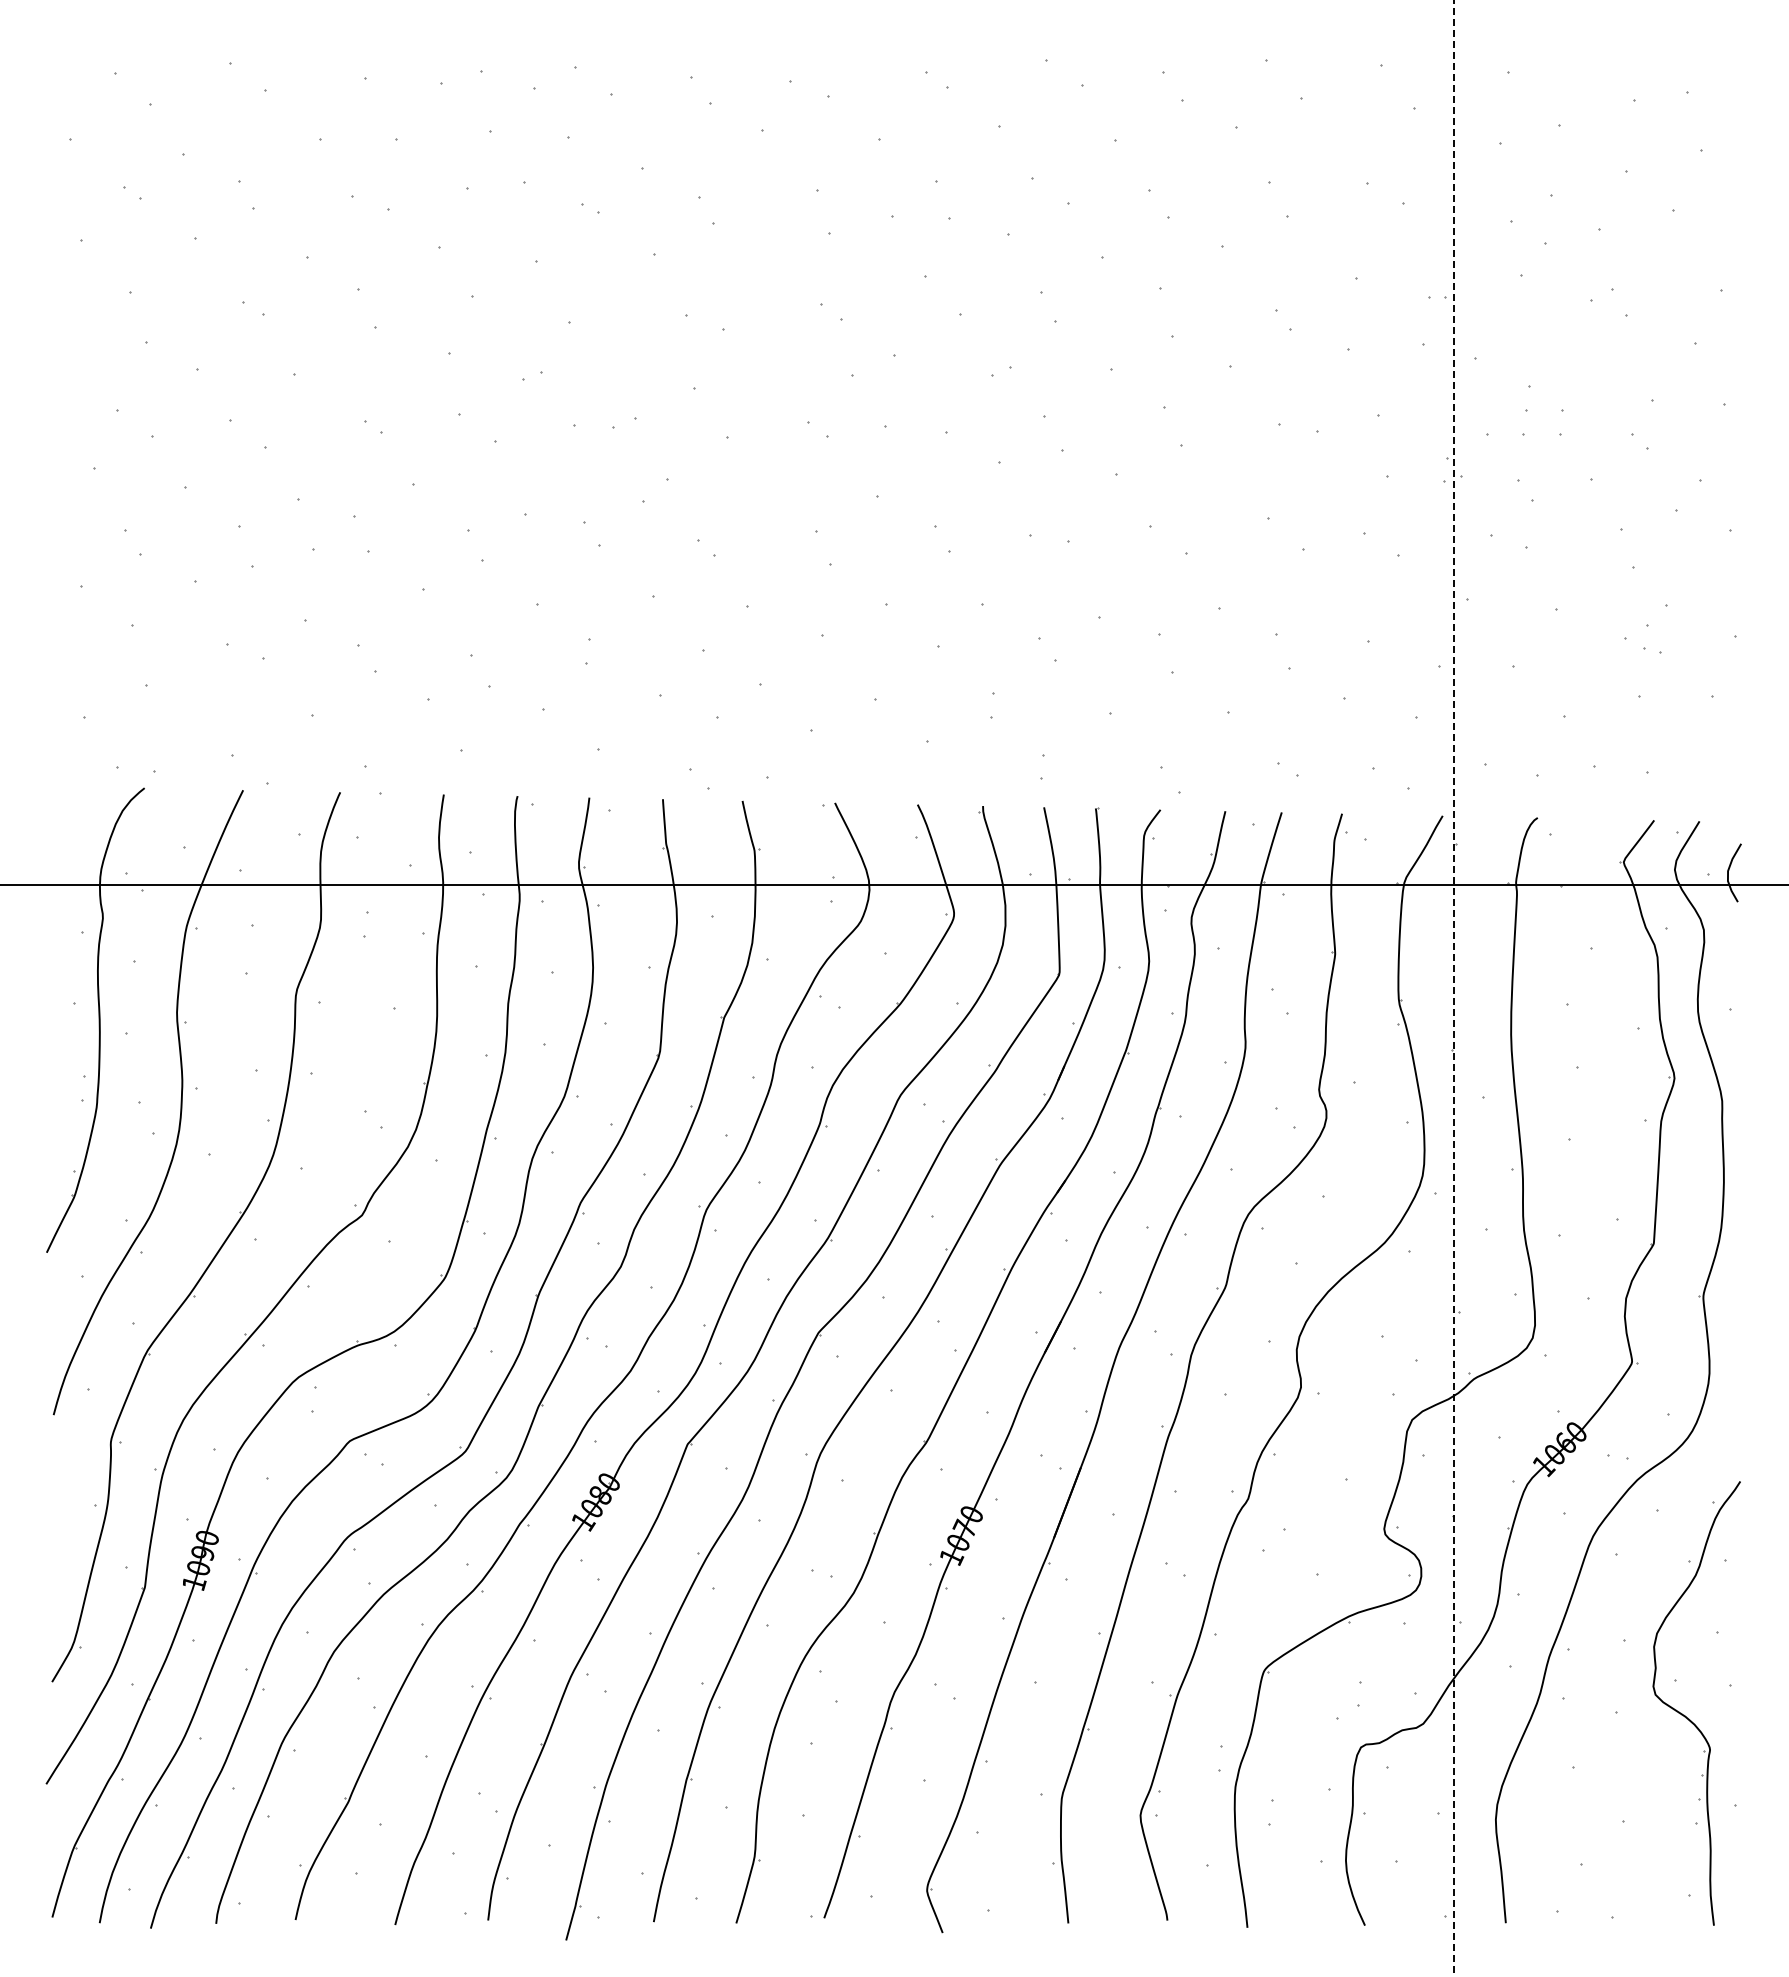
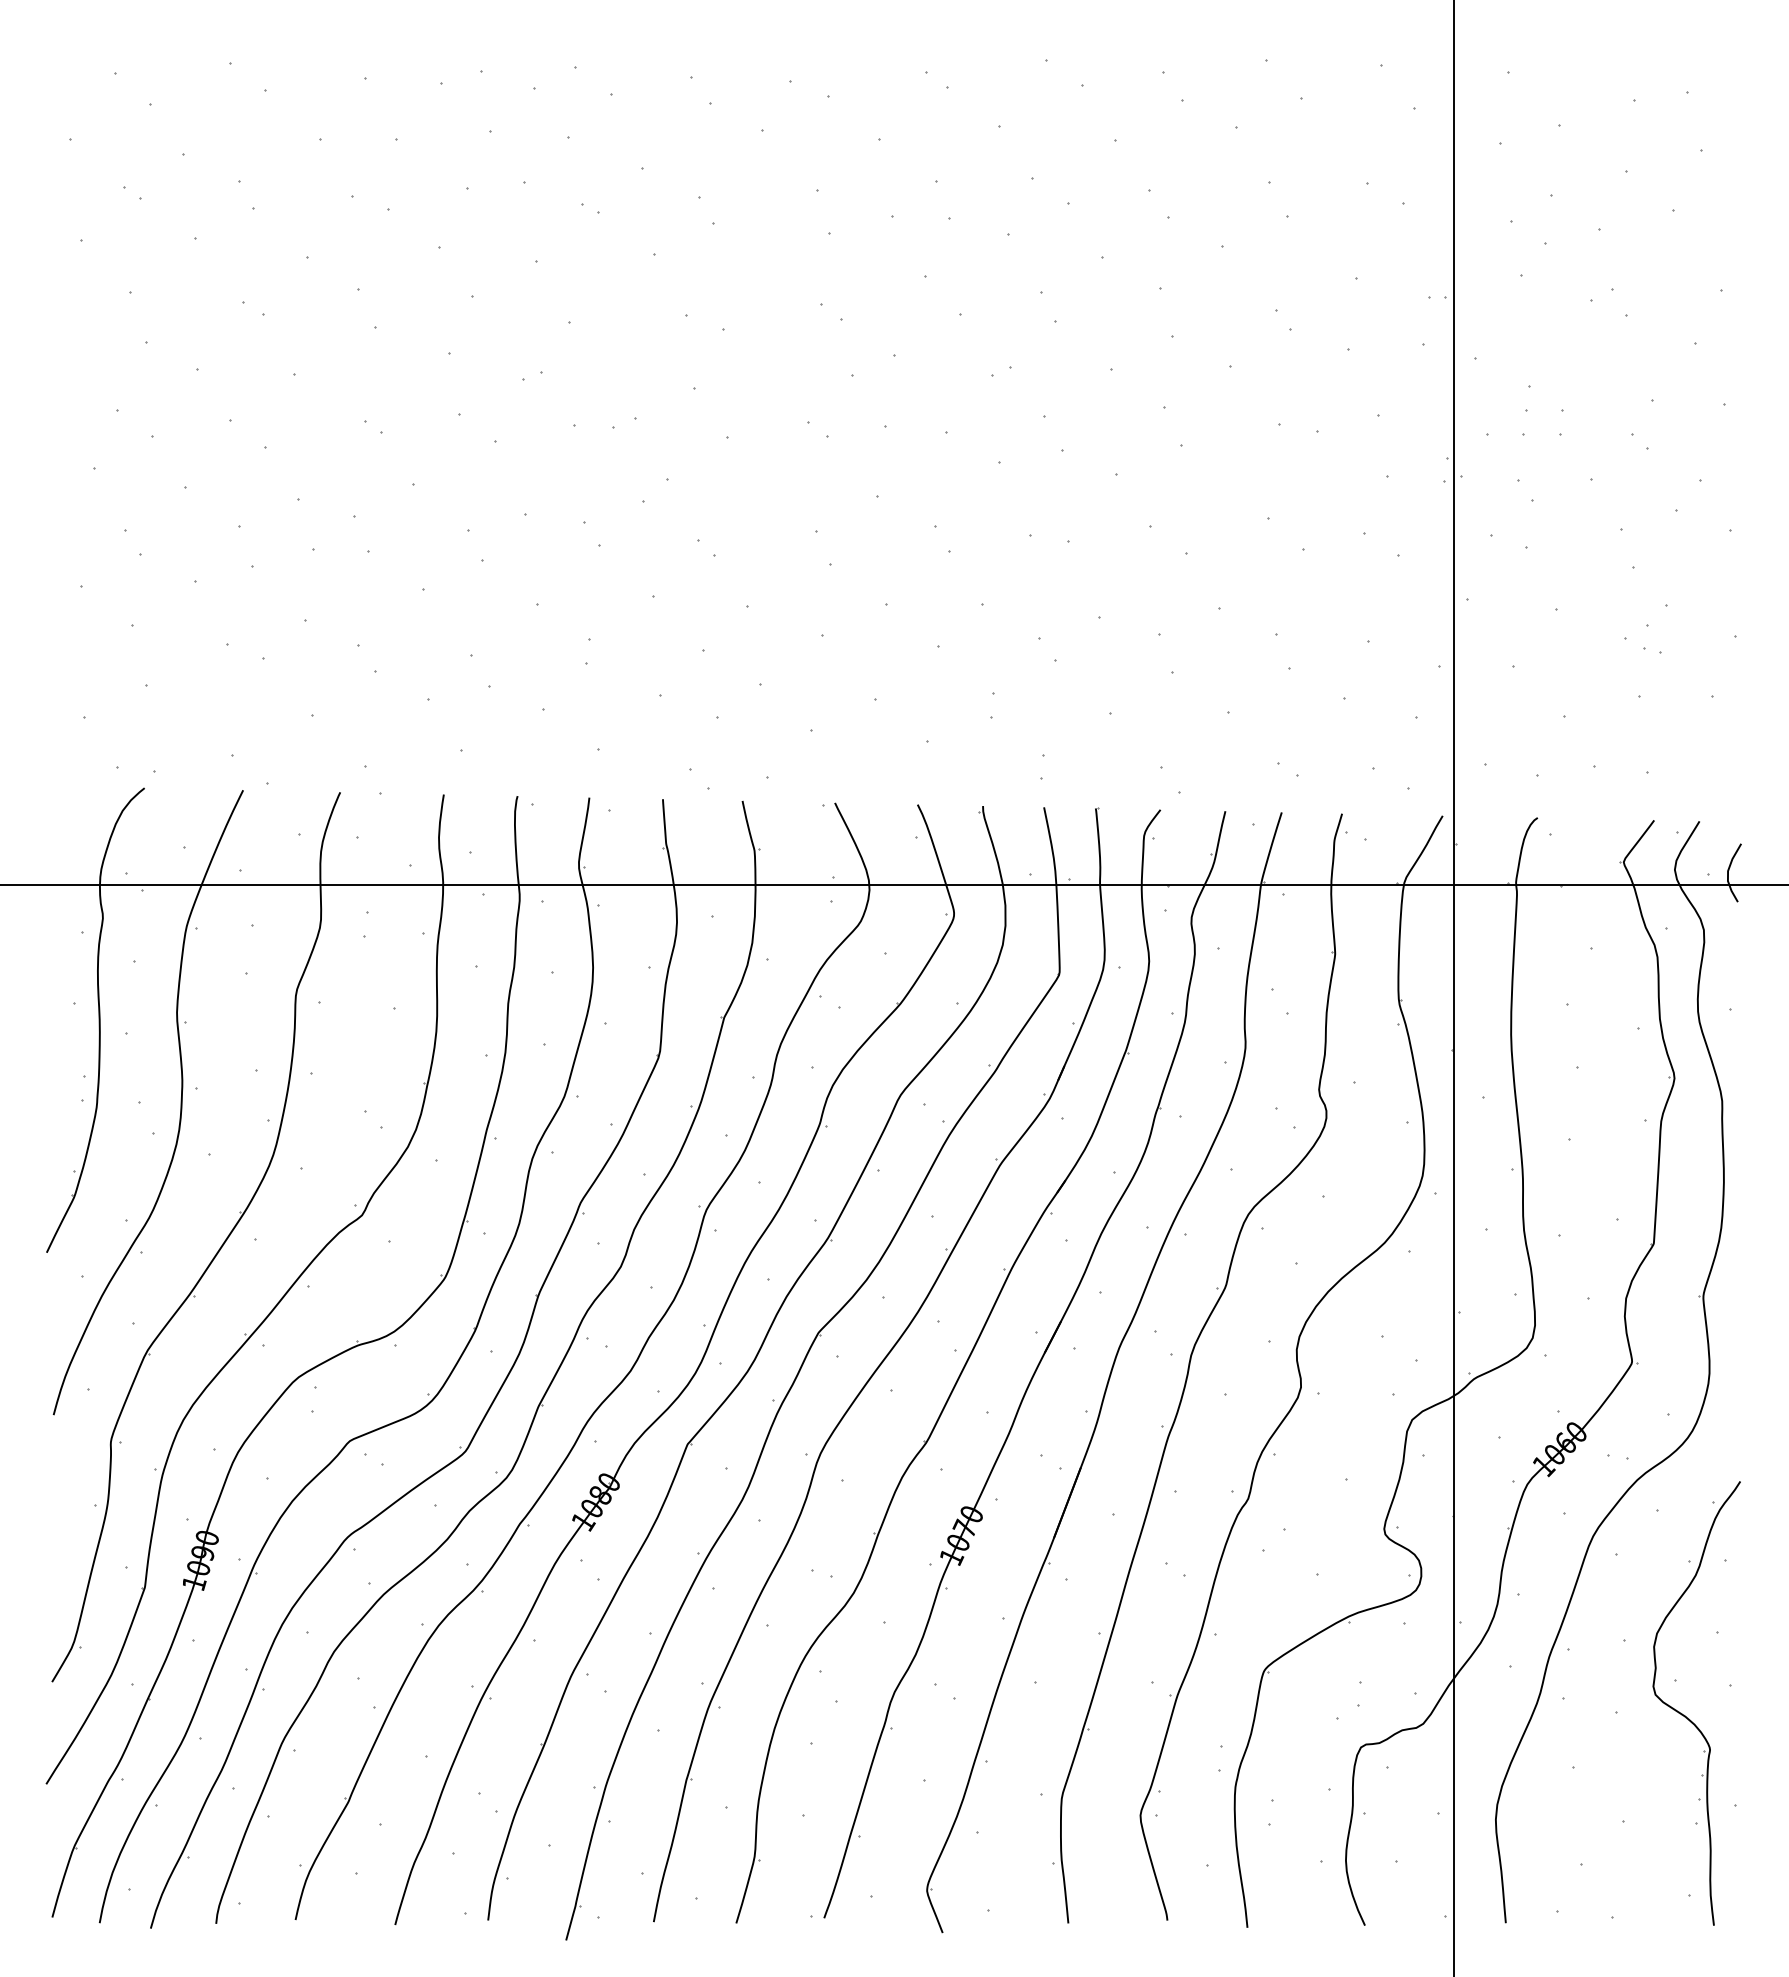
line at (1453, 988): dashed -> solid
